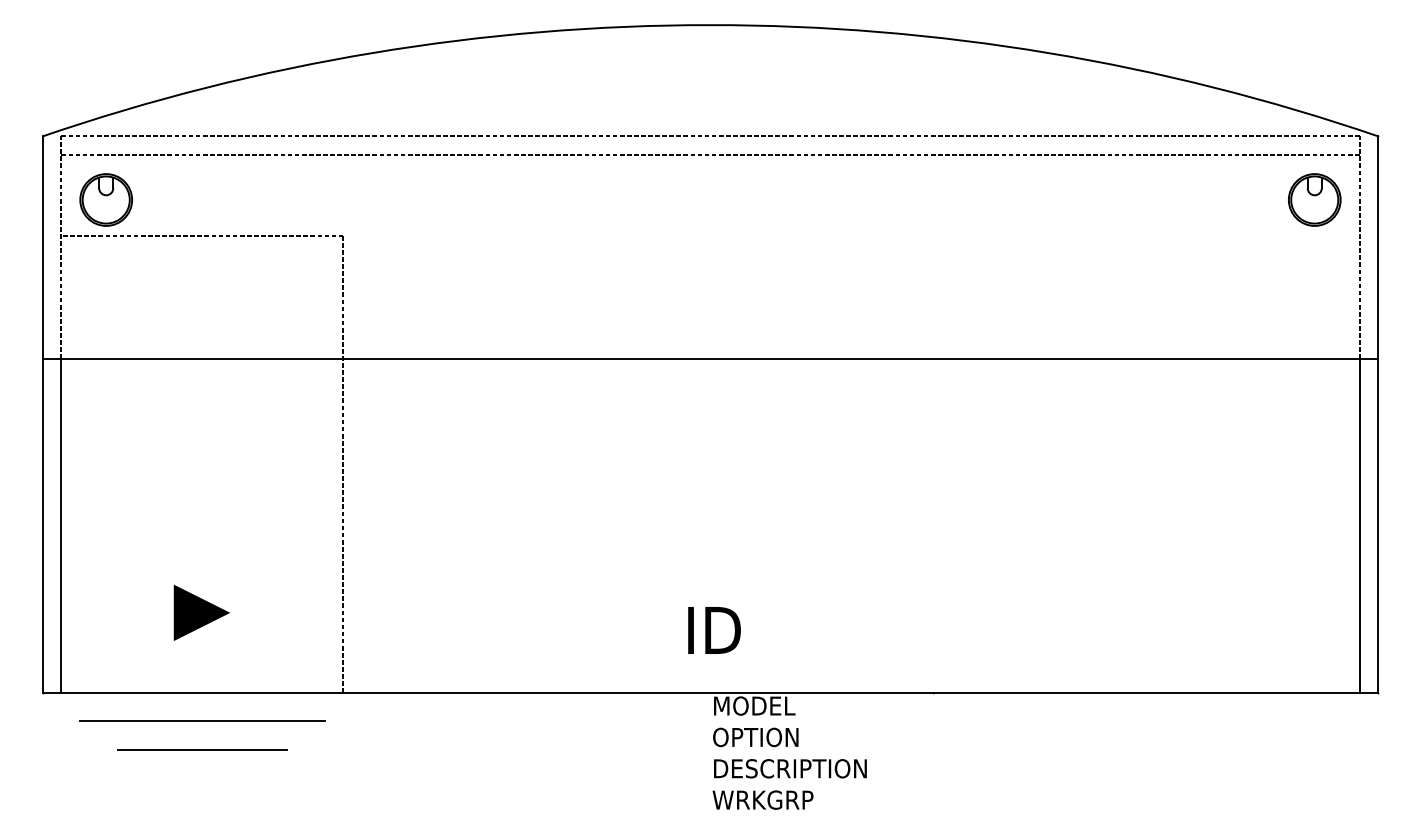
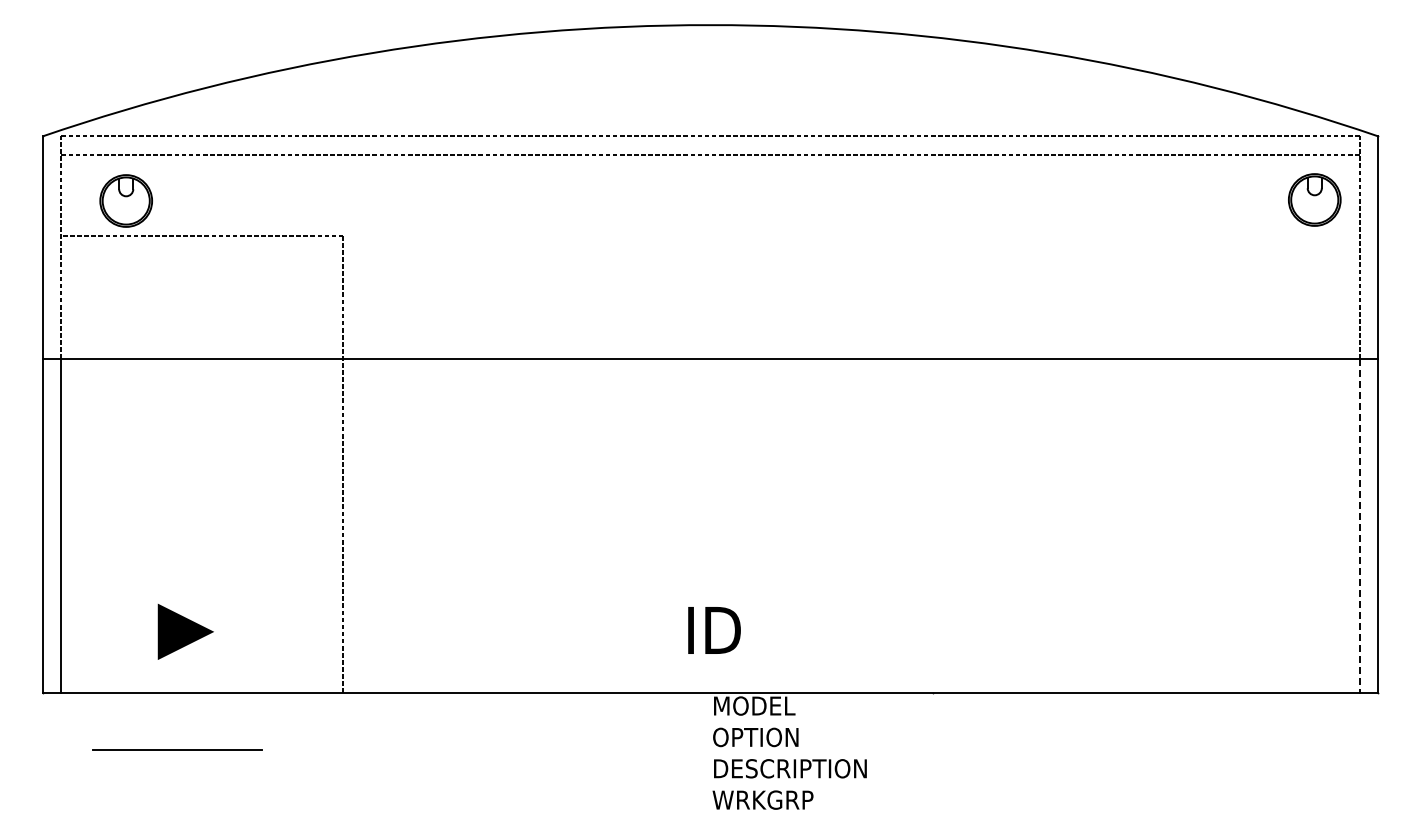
part at (105, 199) position: (105, 199) -> (125, 200)
line at (1359, 526): solid -> dashed
line at (201, 612) position: (201, 612) -> (185, 631)
line at (201, 721): present -> none
line at (202, 749) position: (202, 749) -> (177, 749)
